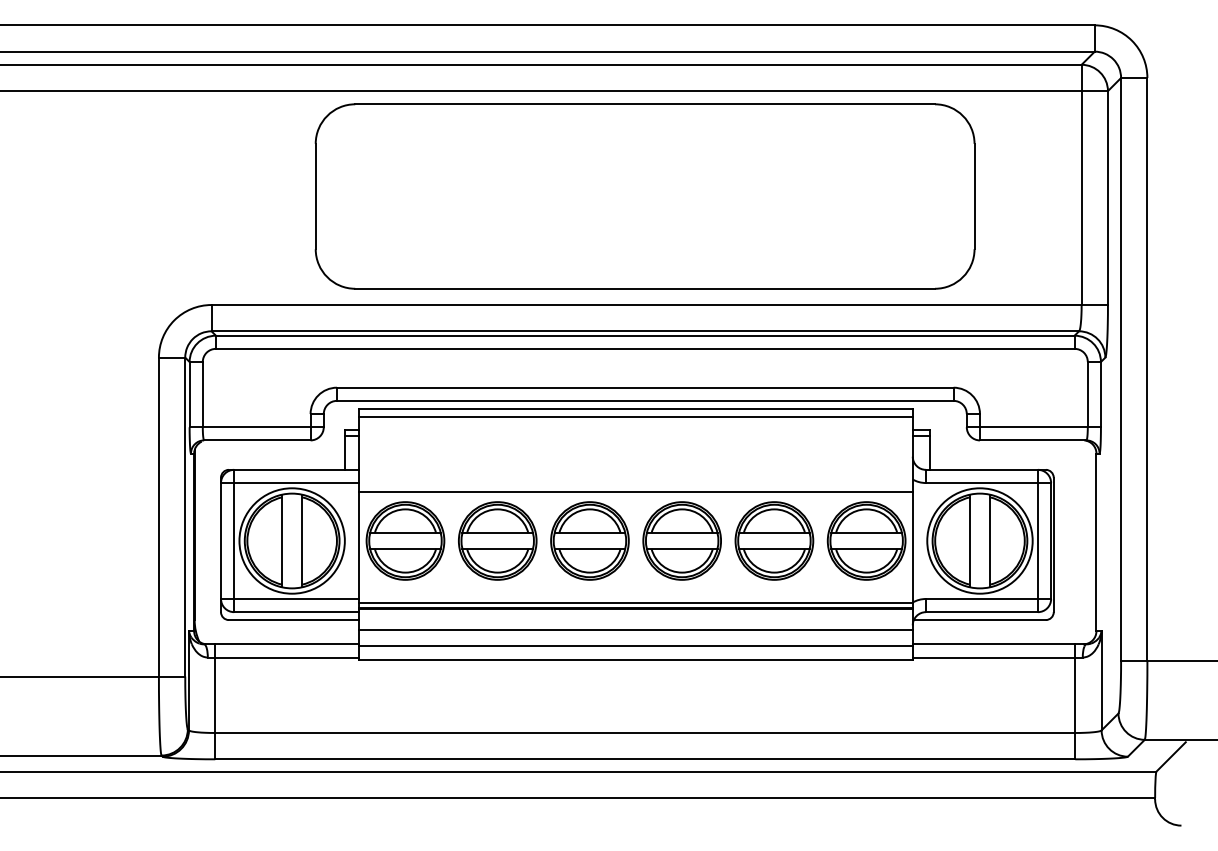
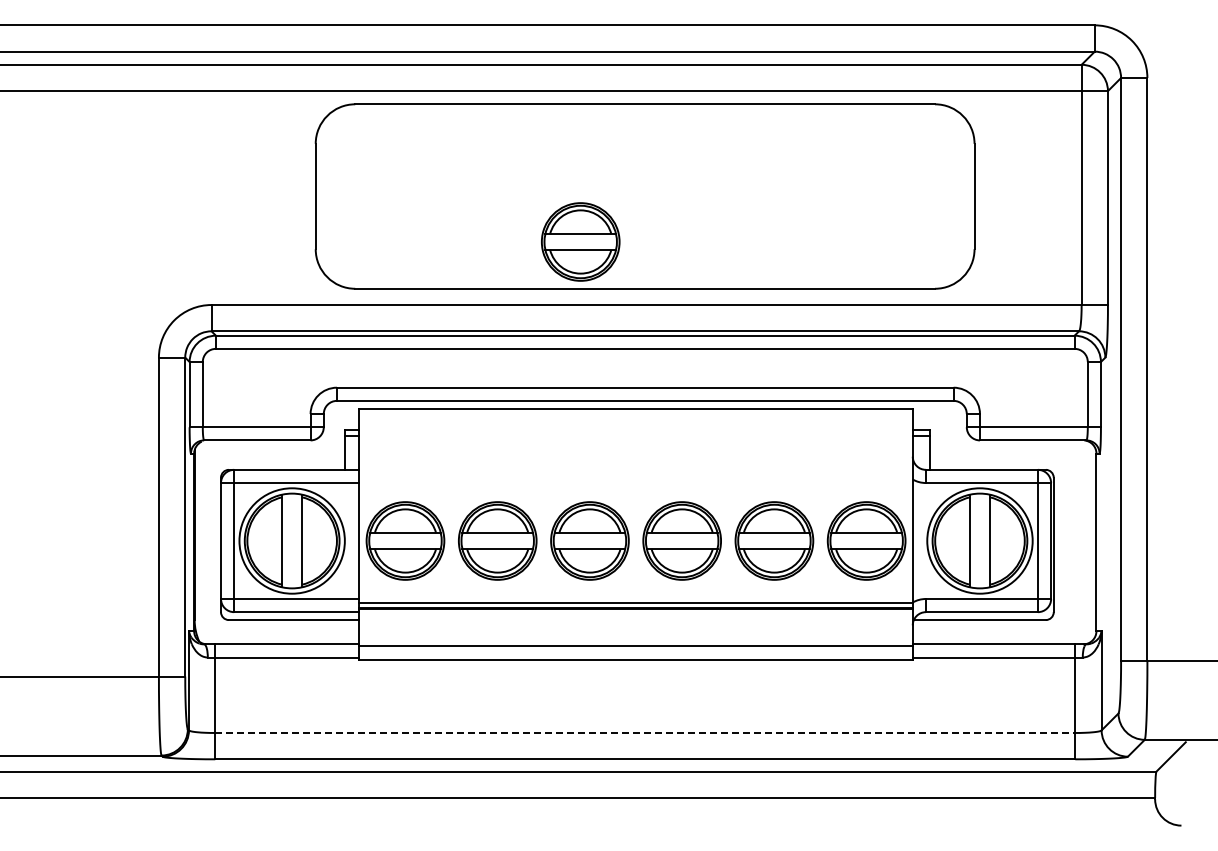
part at (580, 241): none -> present
line at (635, 417): present -> none
line at (635, 492): present -> none
line at (635, 629): present -> none
line at (645, 732): solid -> dashed
